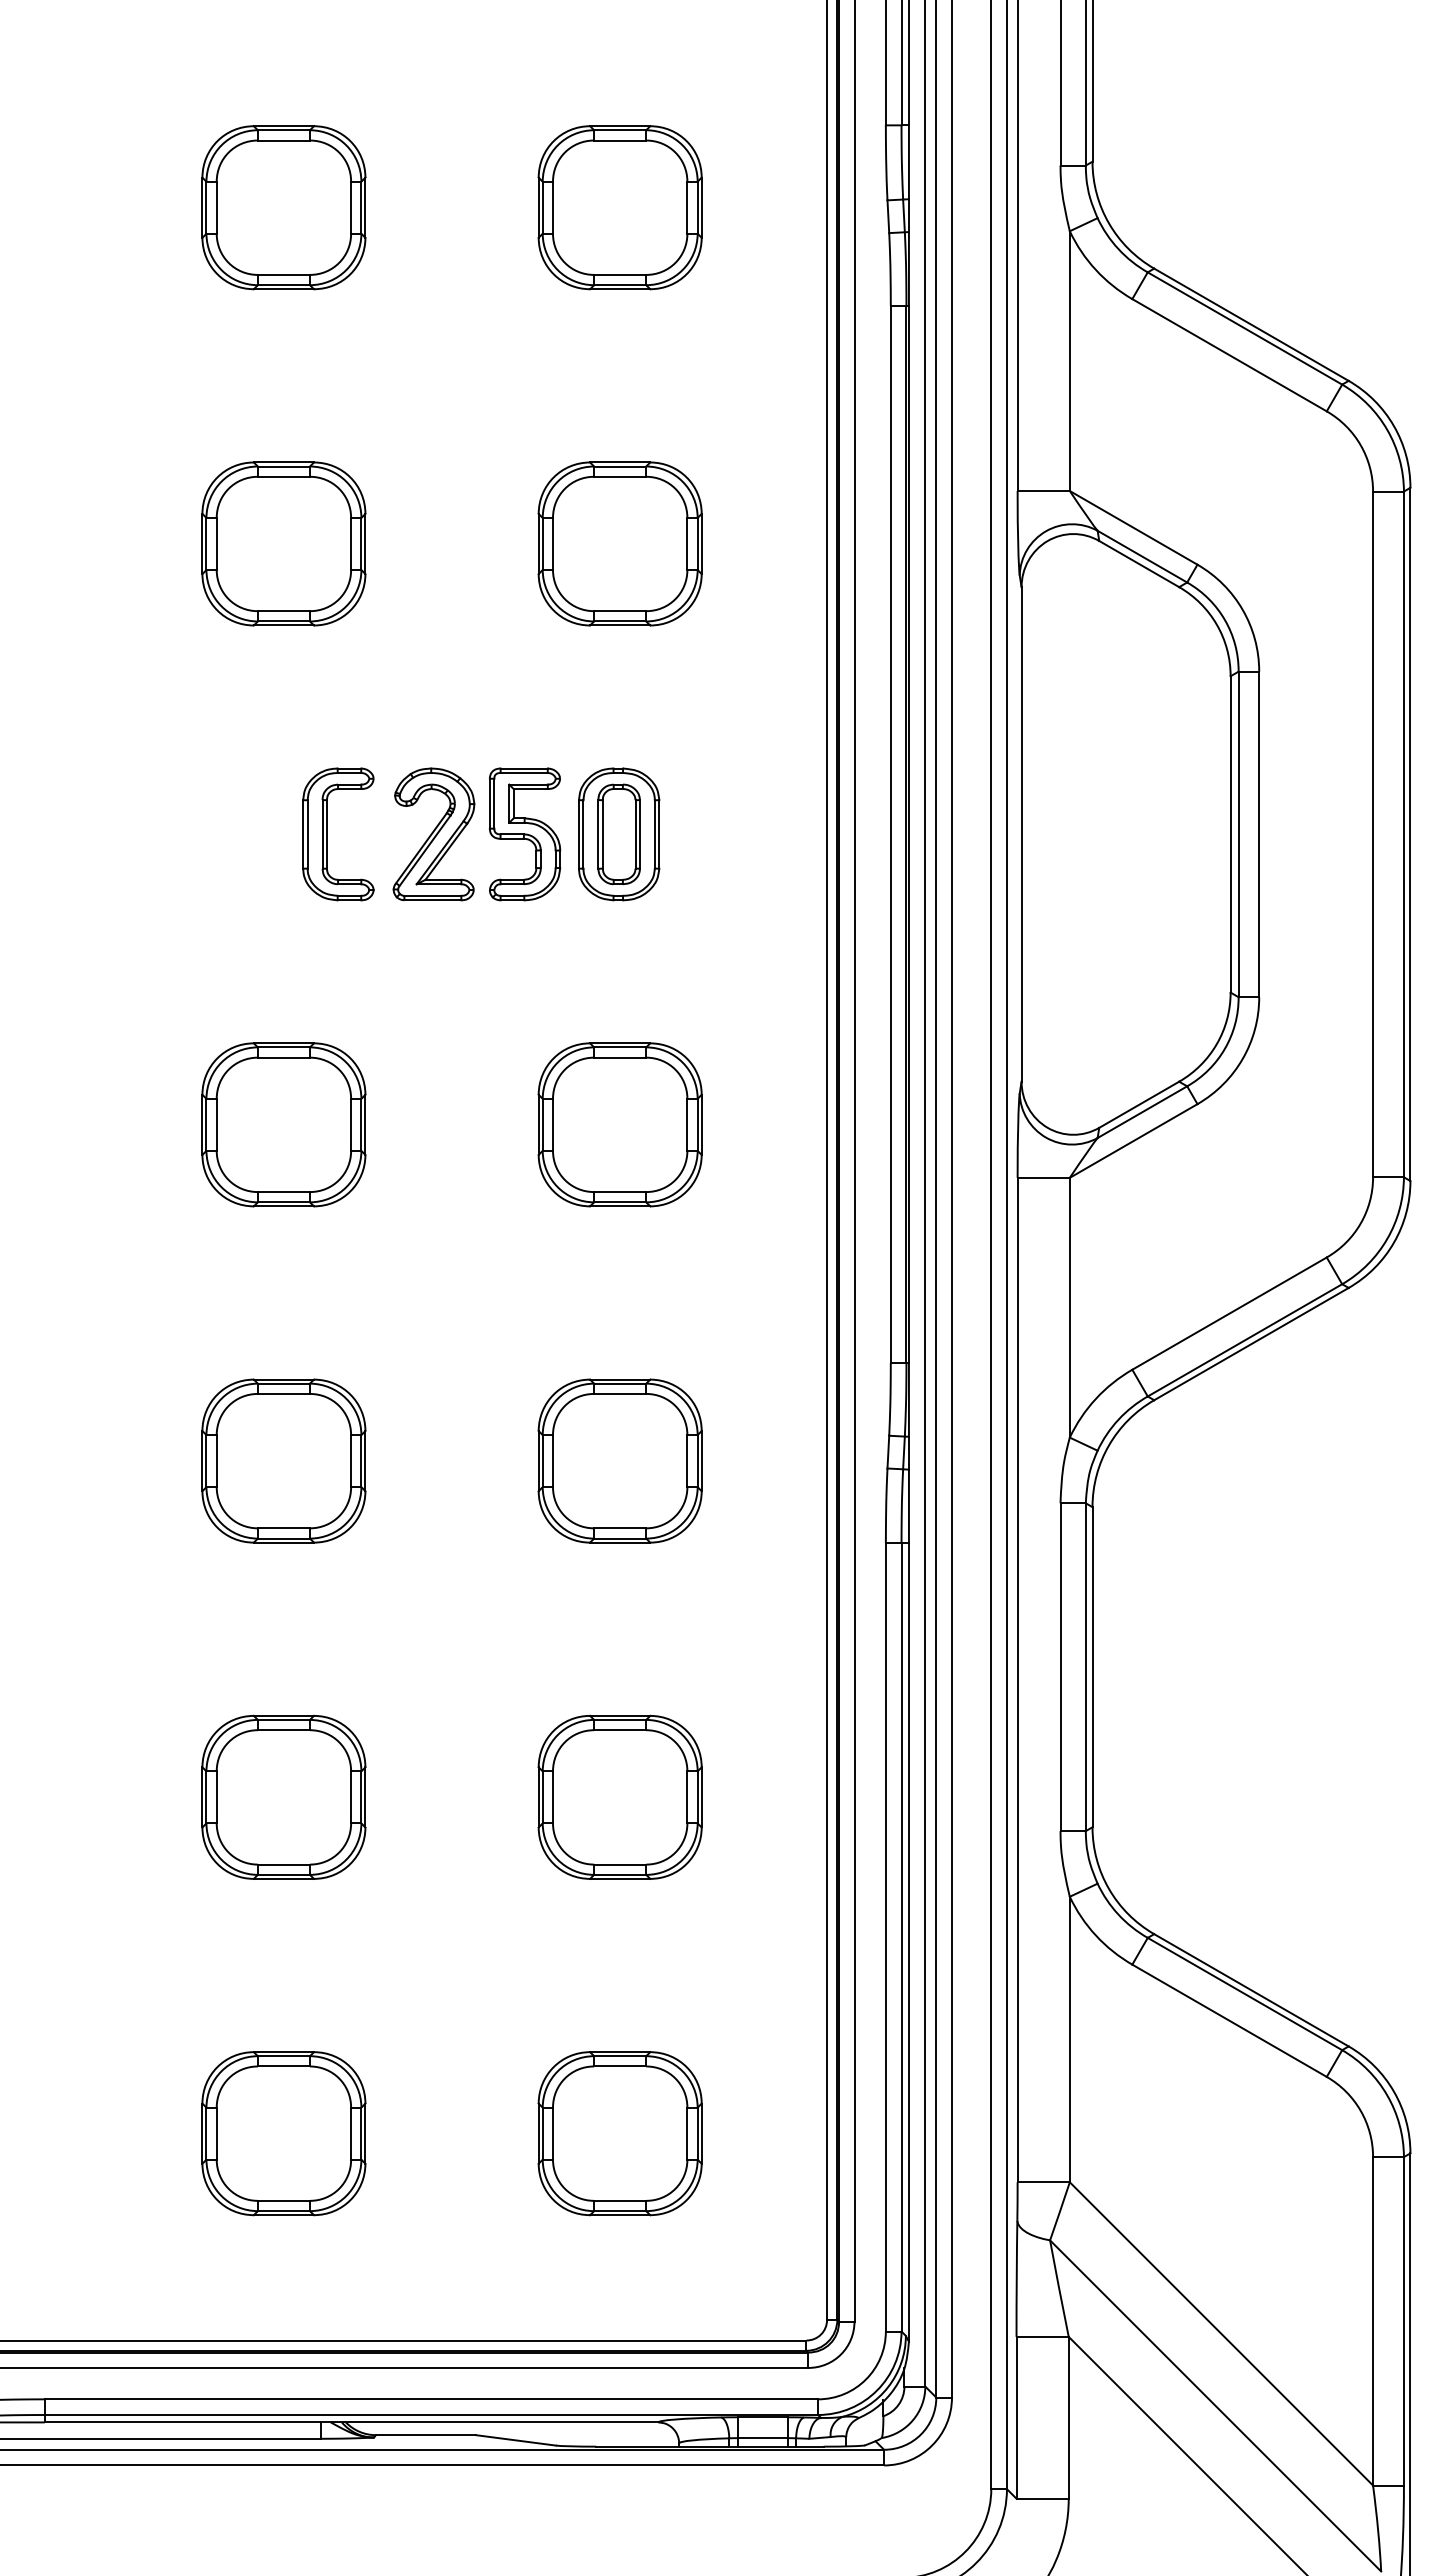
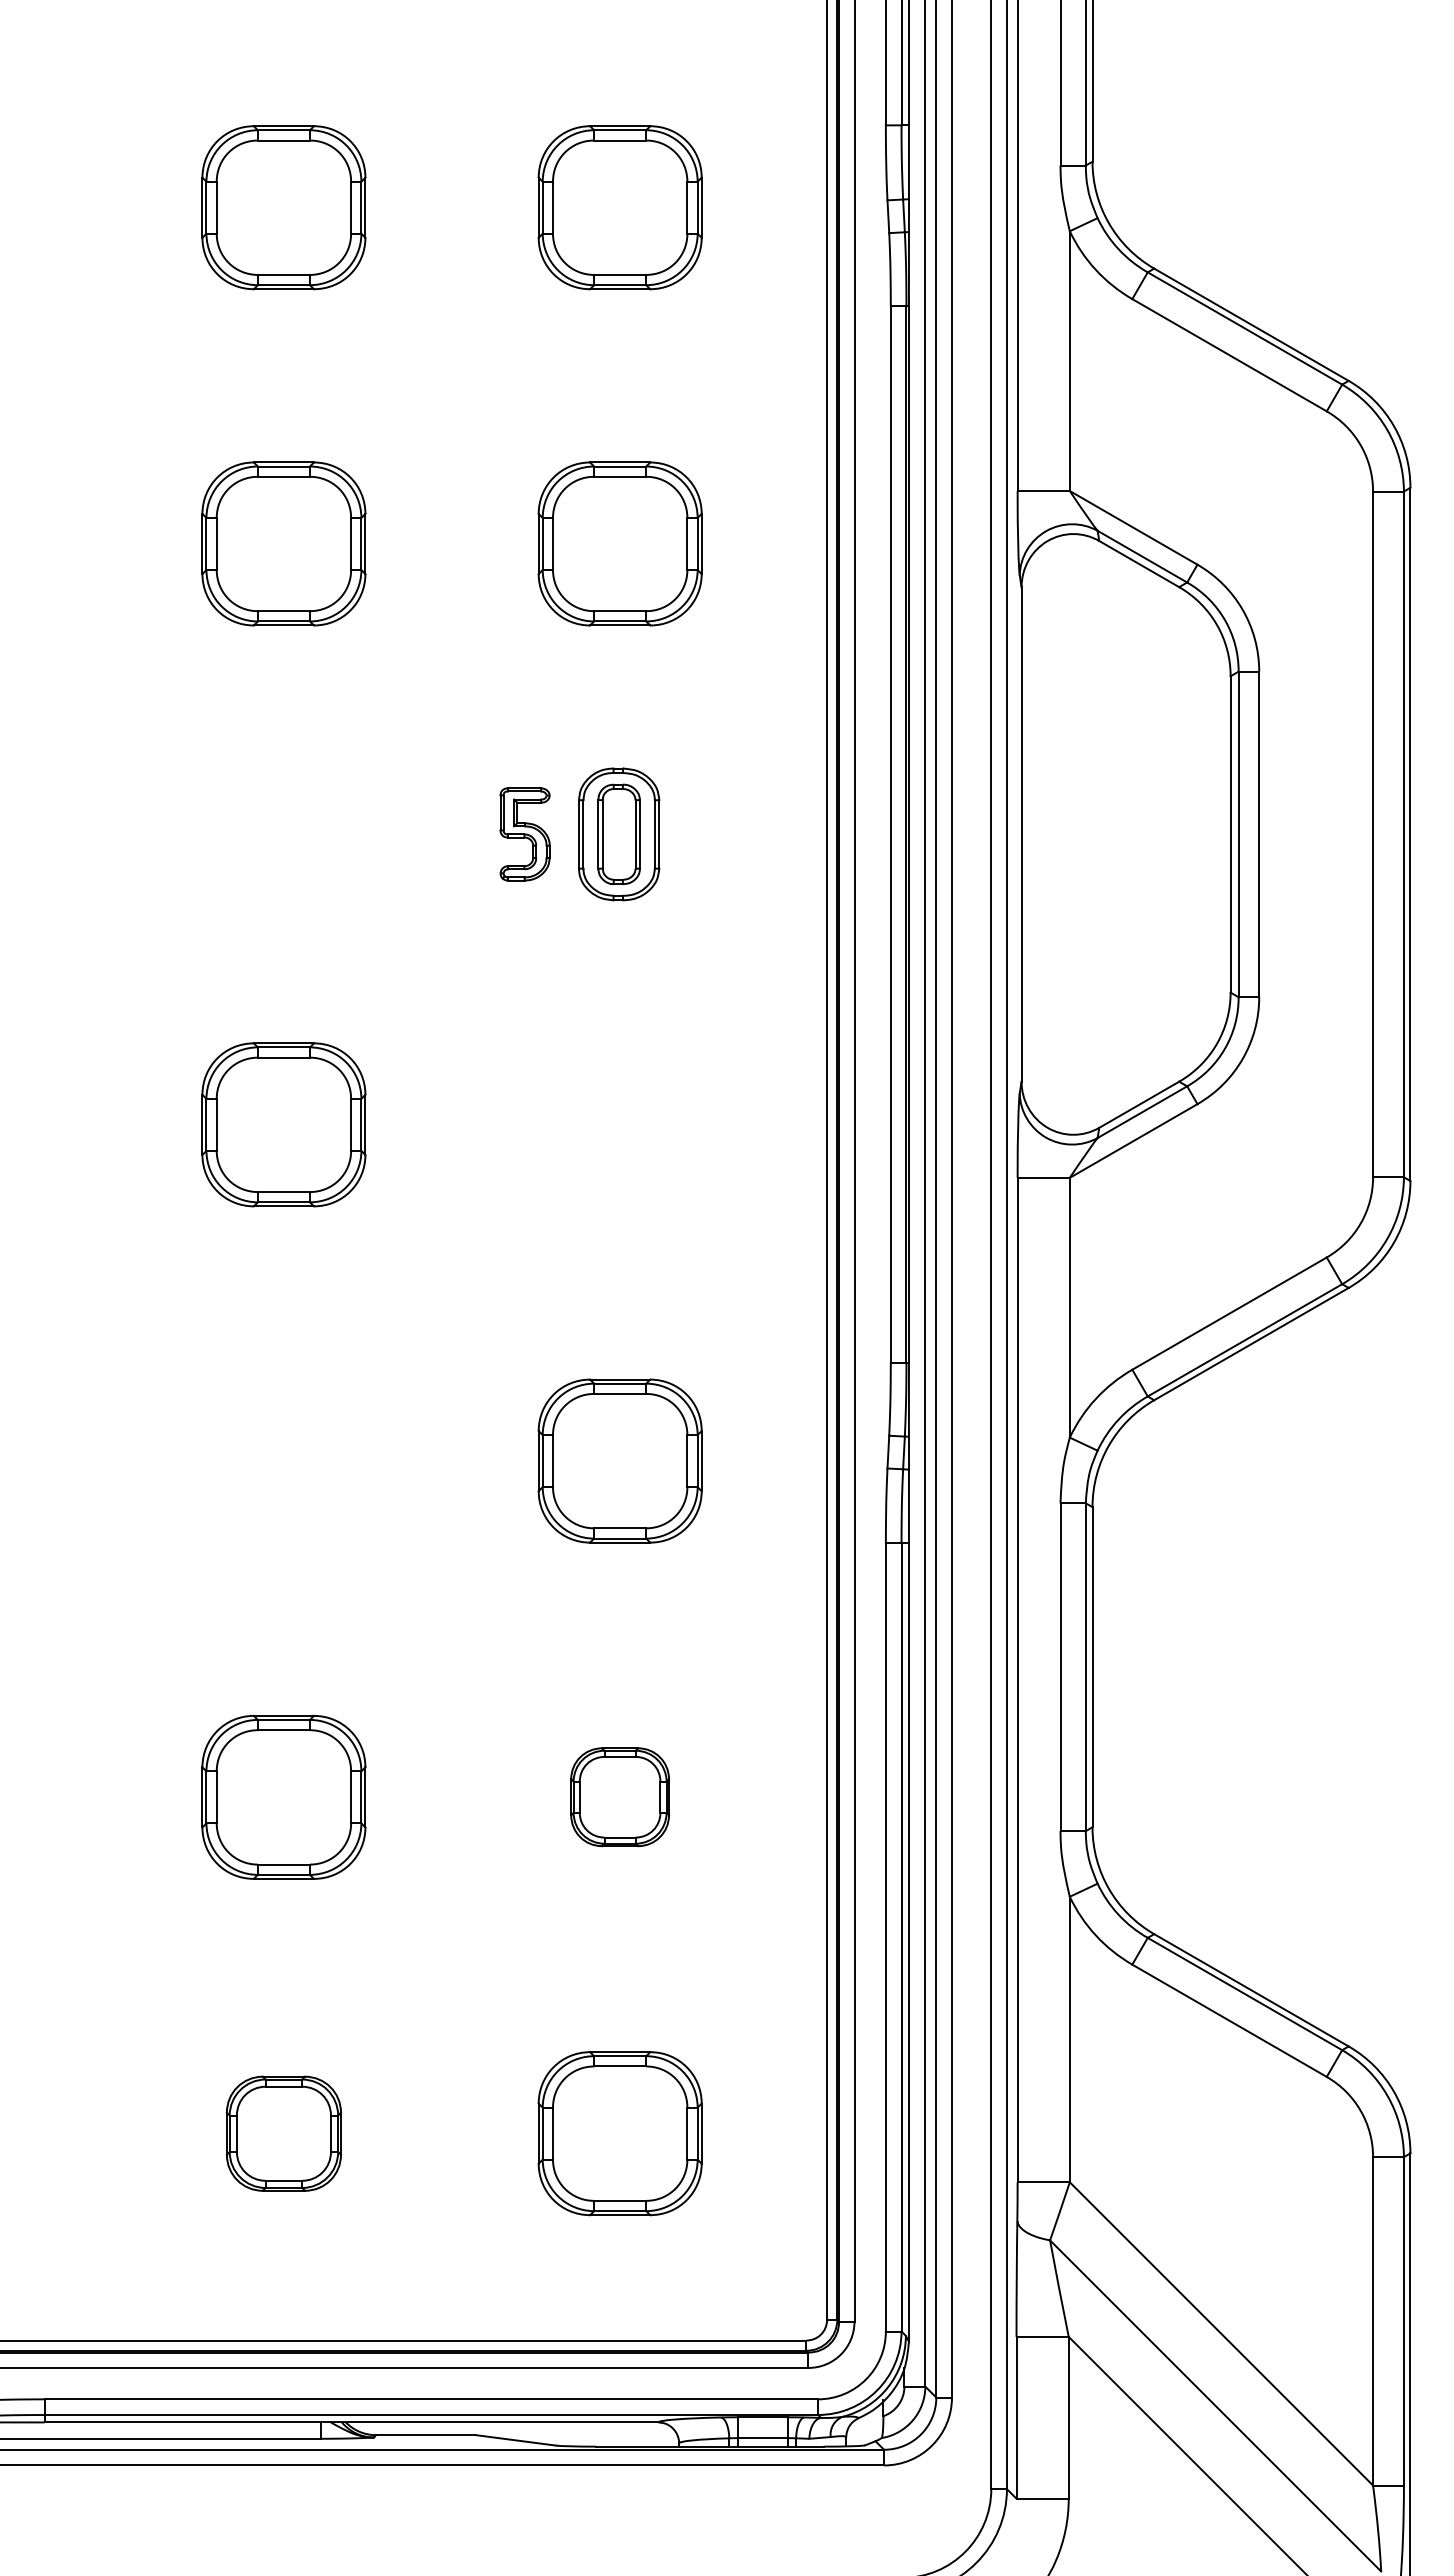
part at (327, 834): present -> none
part at (433, 834): present -> none
part at (525, 834) size: 73x135 px -> 52x95 px
part at (619, 1124): present -> none
part at (283, 1460): present -> none
part at (619, 1796) size: 166x166 px -> 101x101 px
part at (283, 2133) size: 166x166 px -> 118x117 px
